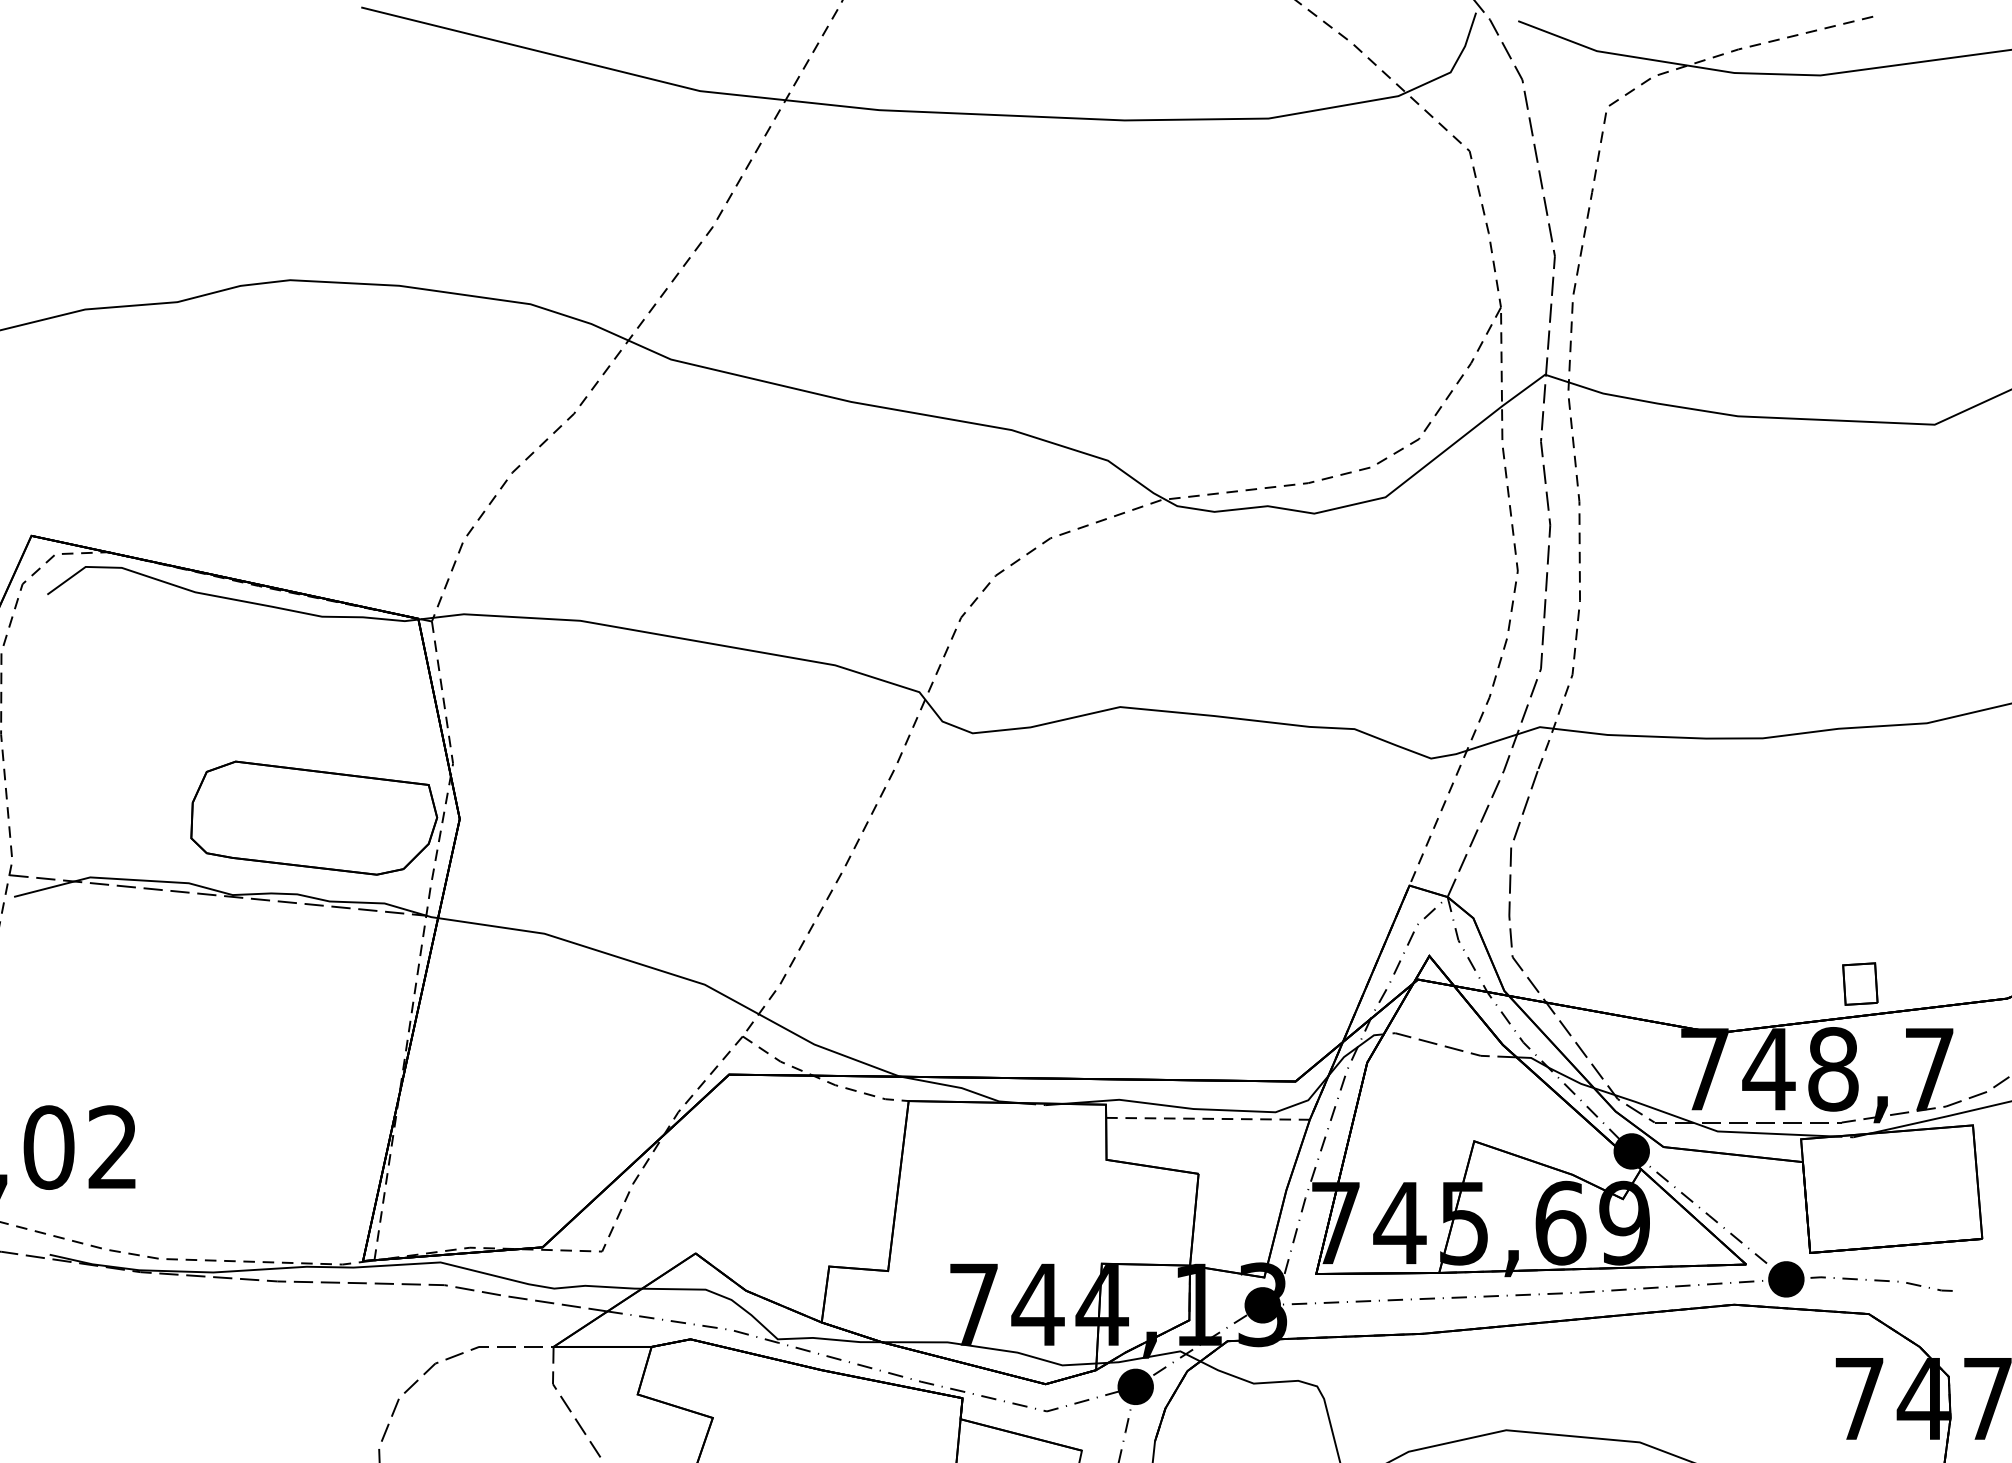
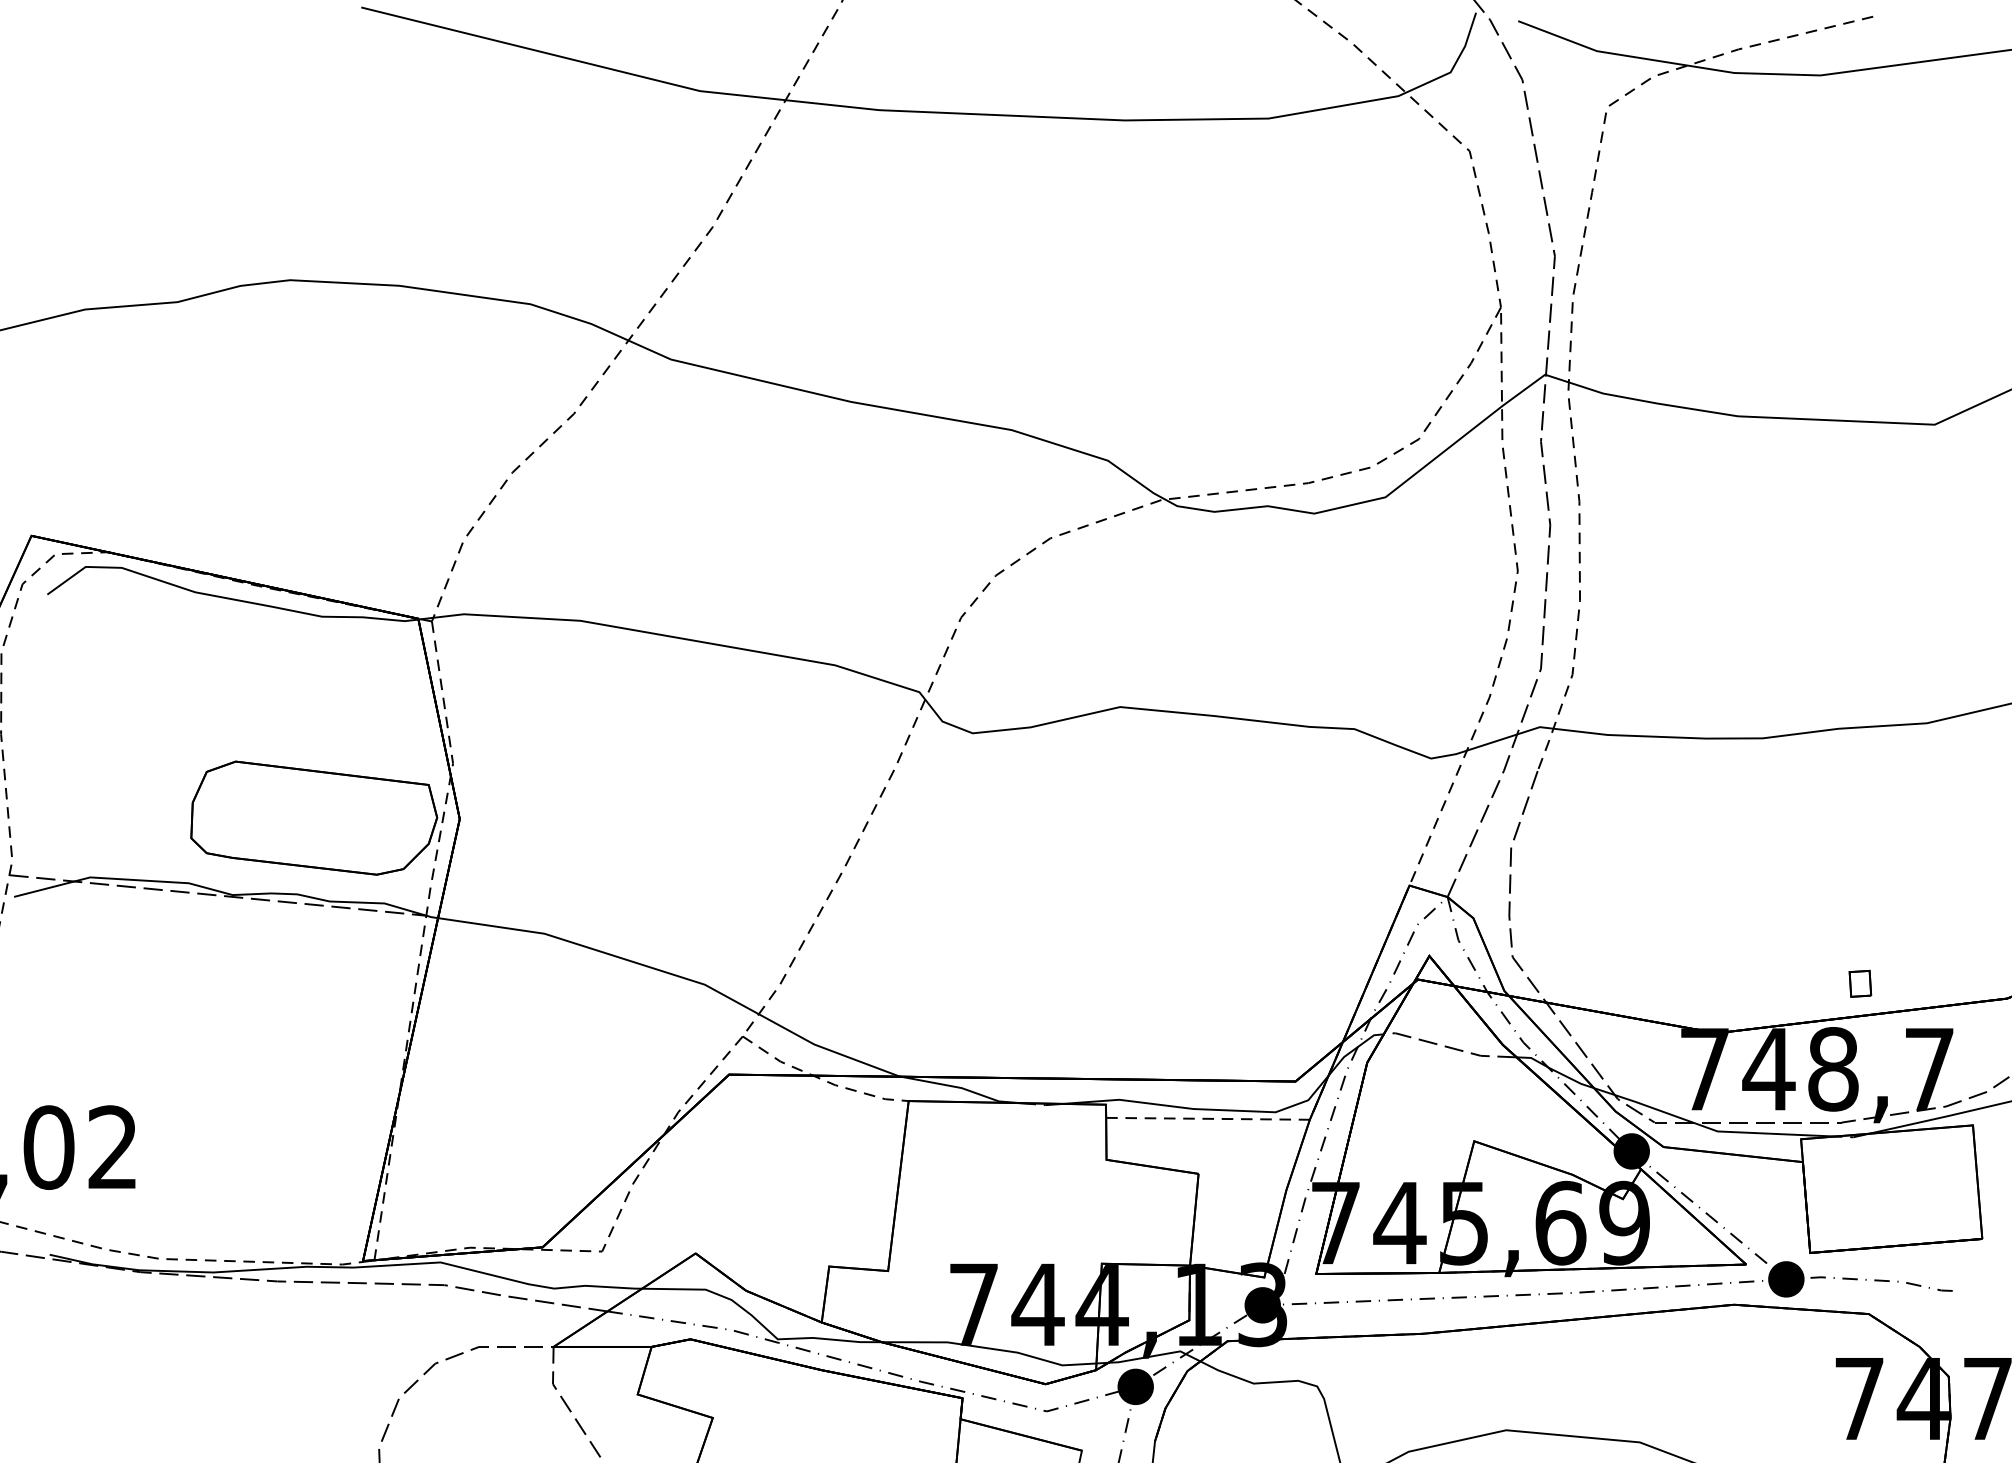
part at (1860, 983) size: 37x44 px -> 25x29 px
